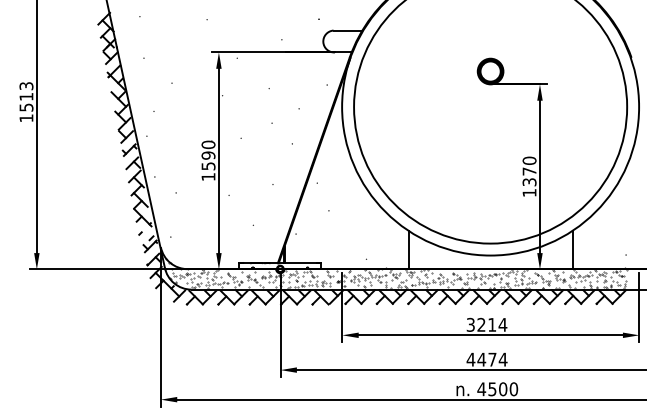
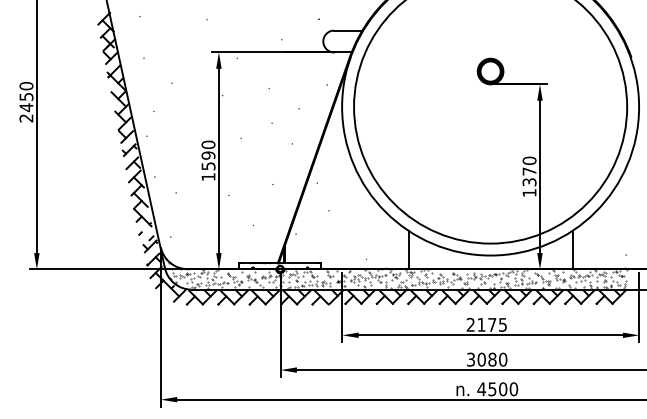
text at (26, 102): 1513 -> 2450
text at (486, 324): 3214 -> 2175
text at (486, 359): 4474 -> 3080
